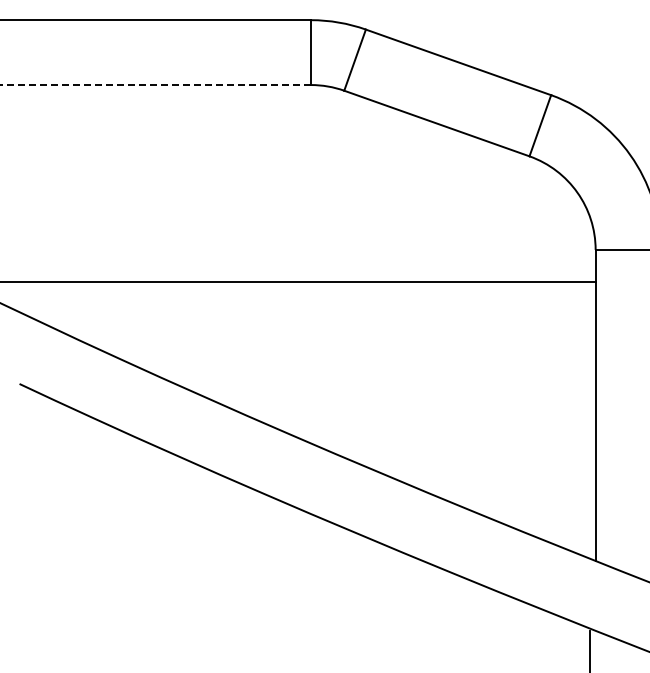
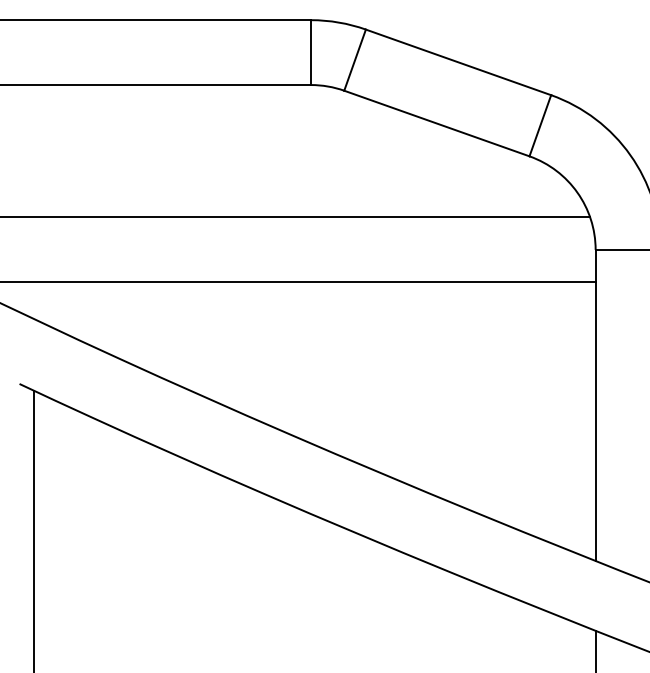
line at (155, 85): dashed -> solid
line at (296, 217): none -> present
line at (33, 529): none -> present
line at (589, 649) position: (589, 649) -> (595, 649)
